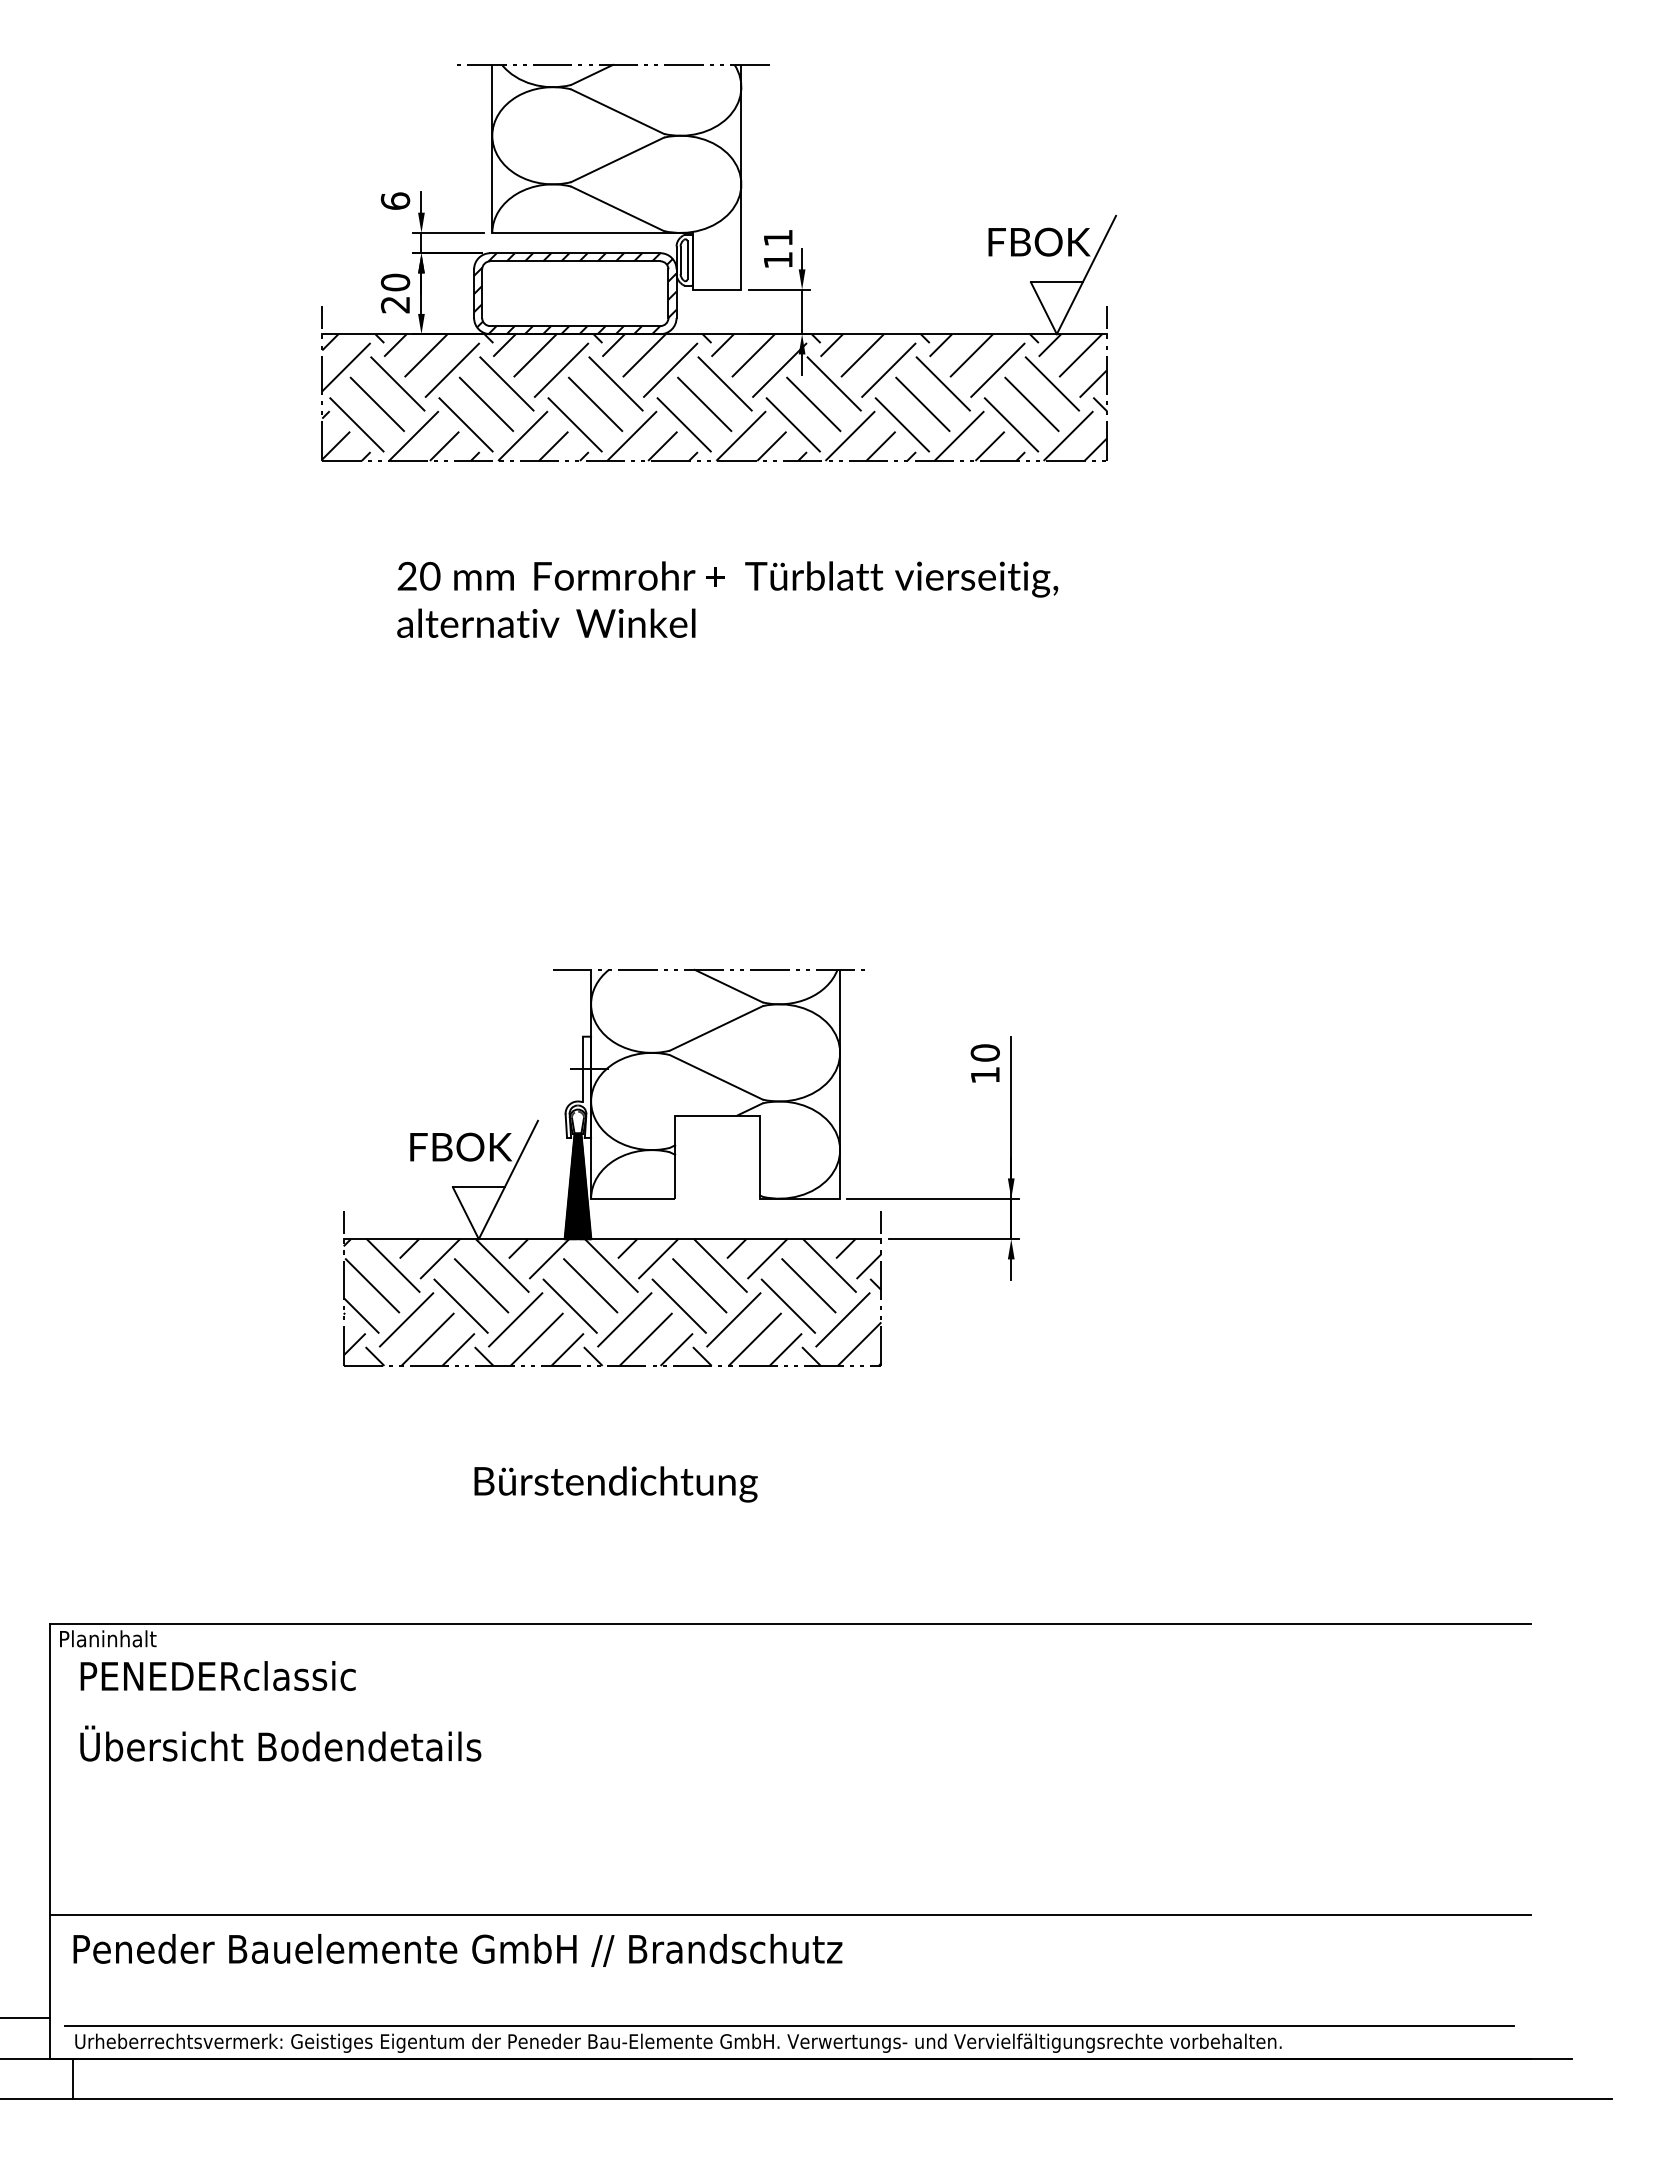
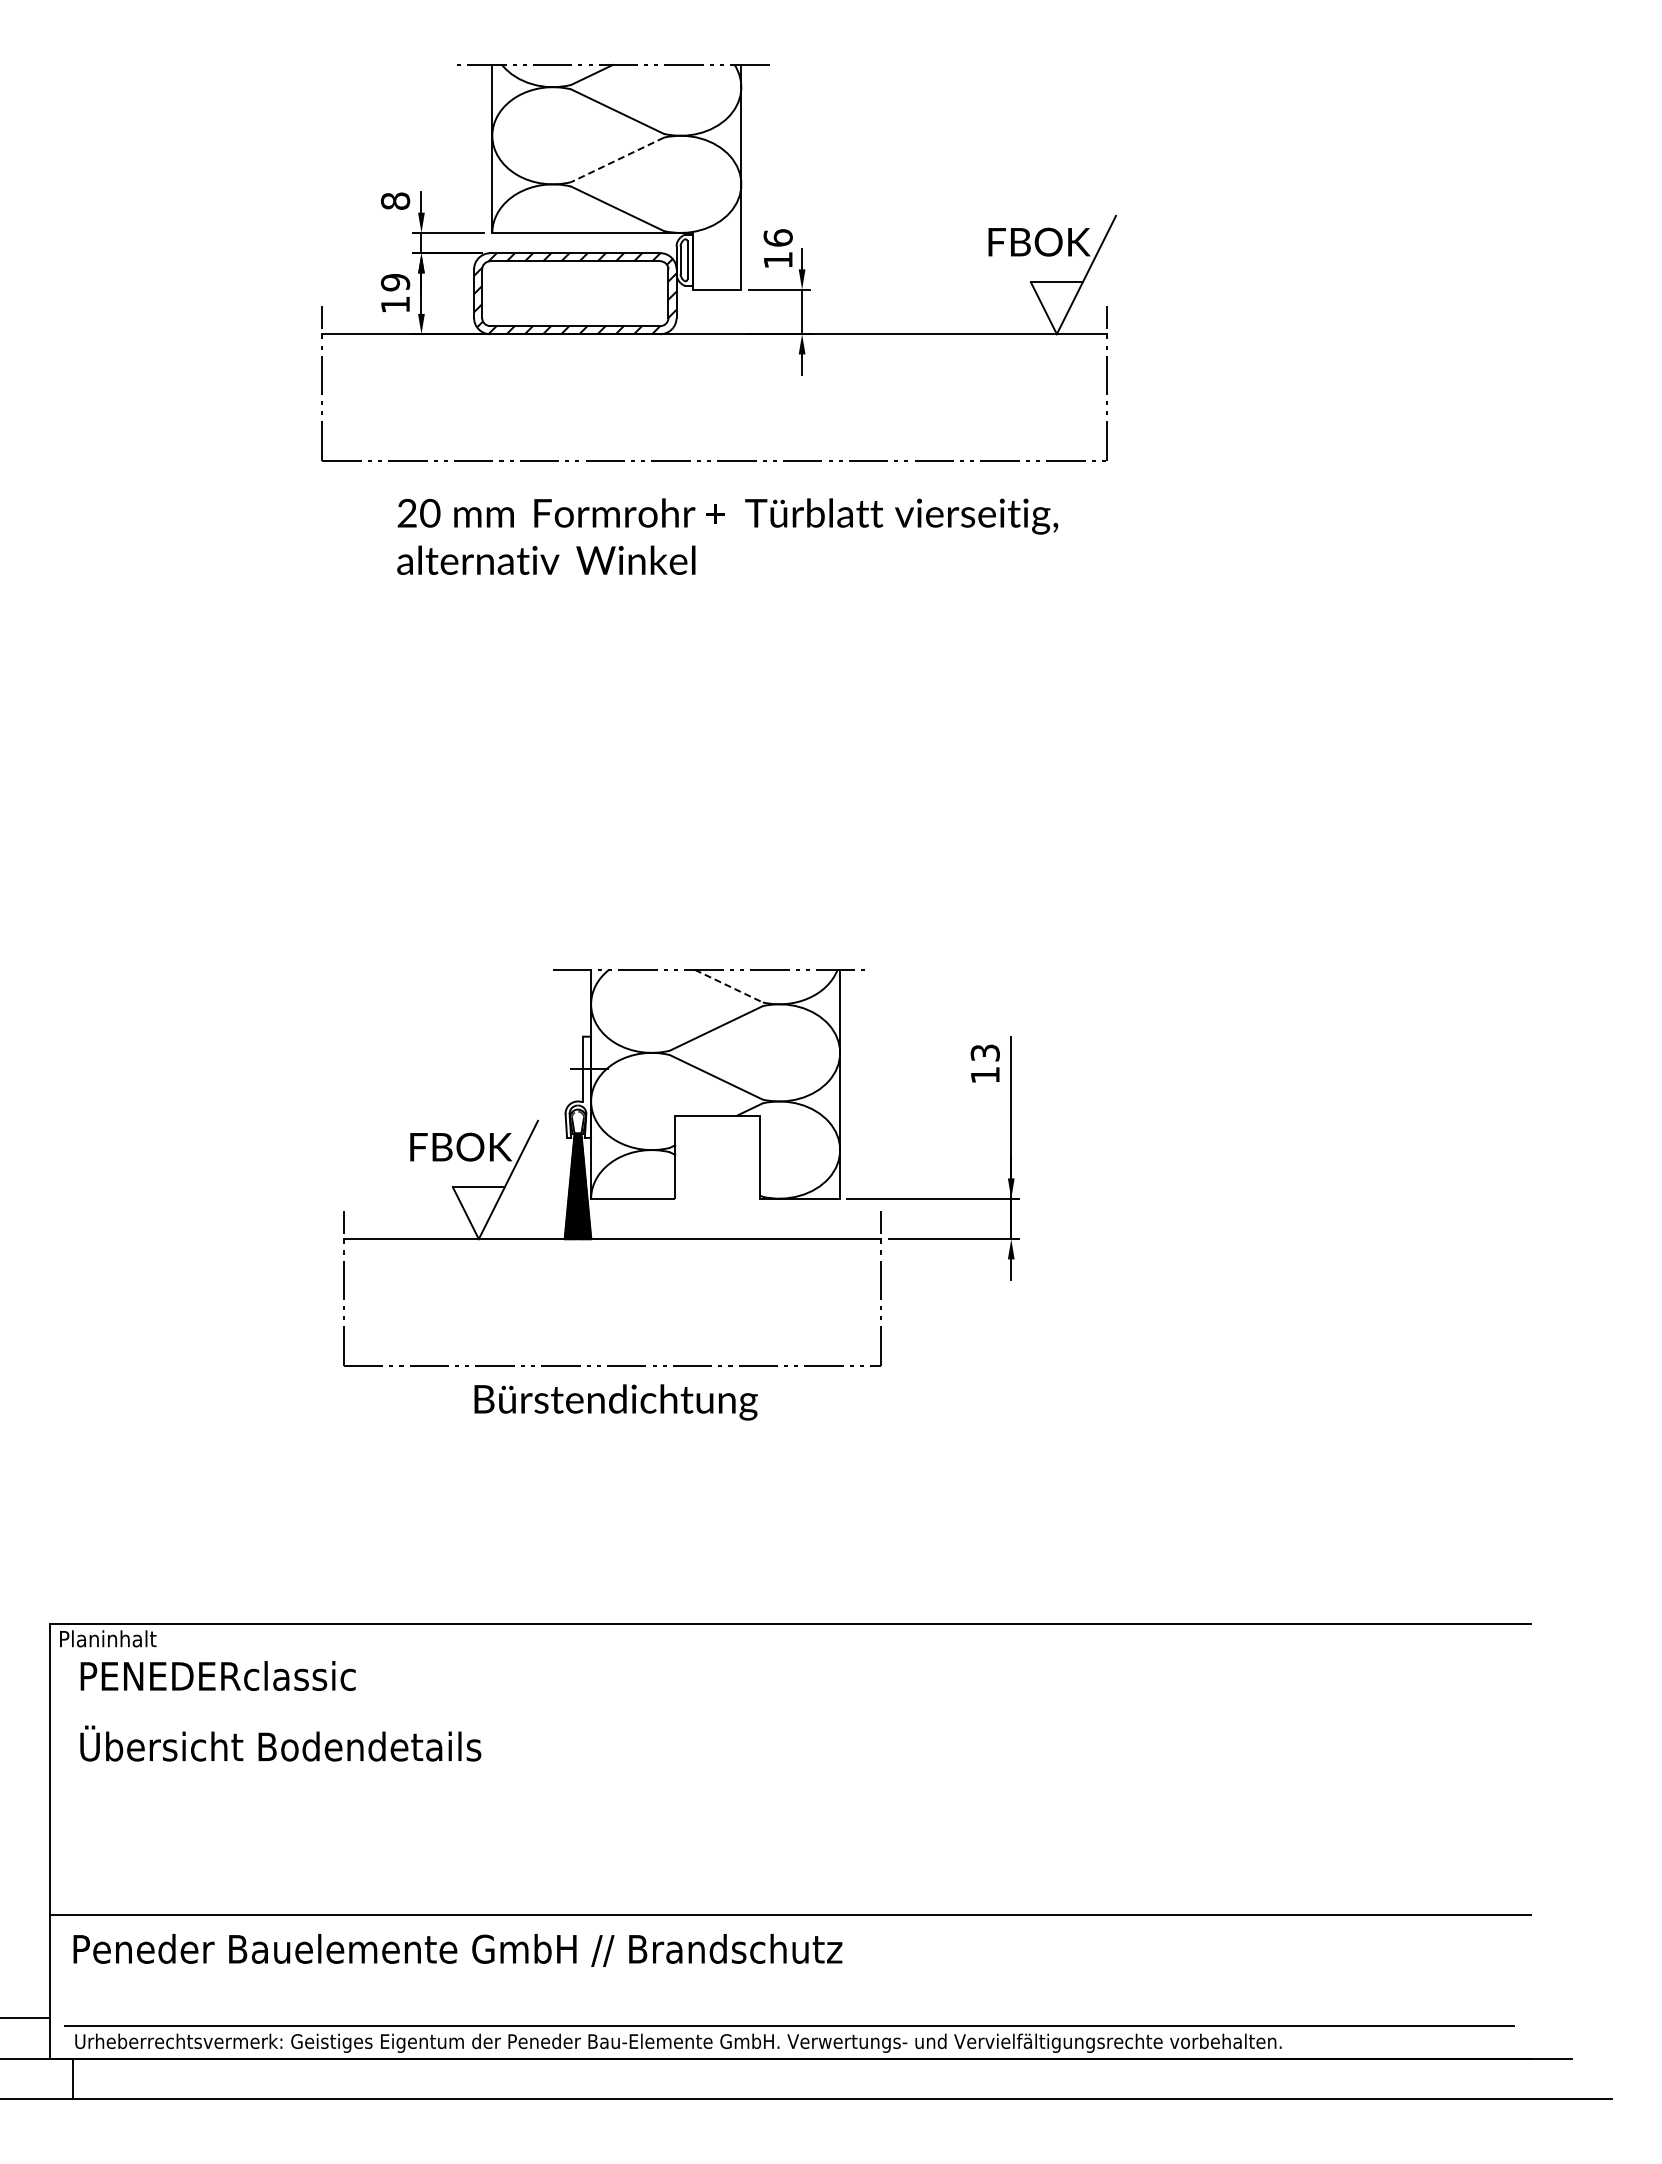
line at (617, 159): solid -> dashed
text at (395, 200): 6 -> 8
text at (777, 237): 11 -> 16
text at (395, 293): 20 -> 19
hatch at (714, 397): present -> none
text at (727, 599) position: (727, 599) -> (727, 536)
line at (728, 986): solid -> dashed
text at (984, 1052): 10 -> 13
hatch at (612, 1302): present -> none
text at (615, 1484) position: (615, 1484) -> (615, 1402)
